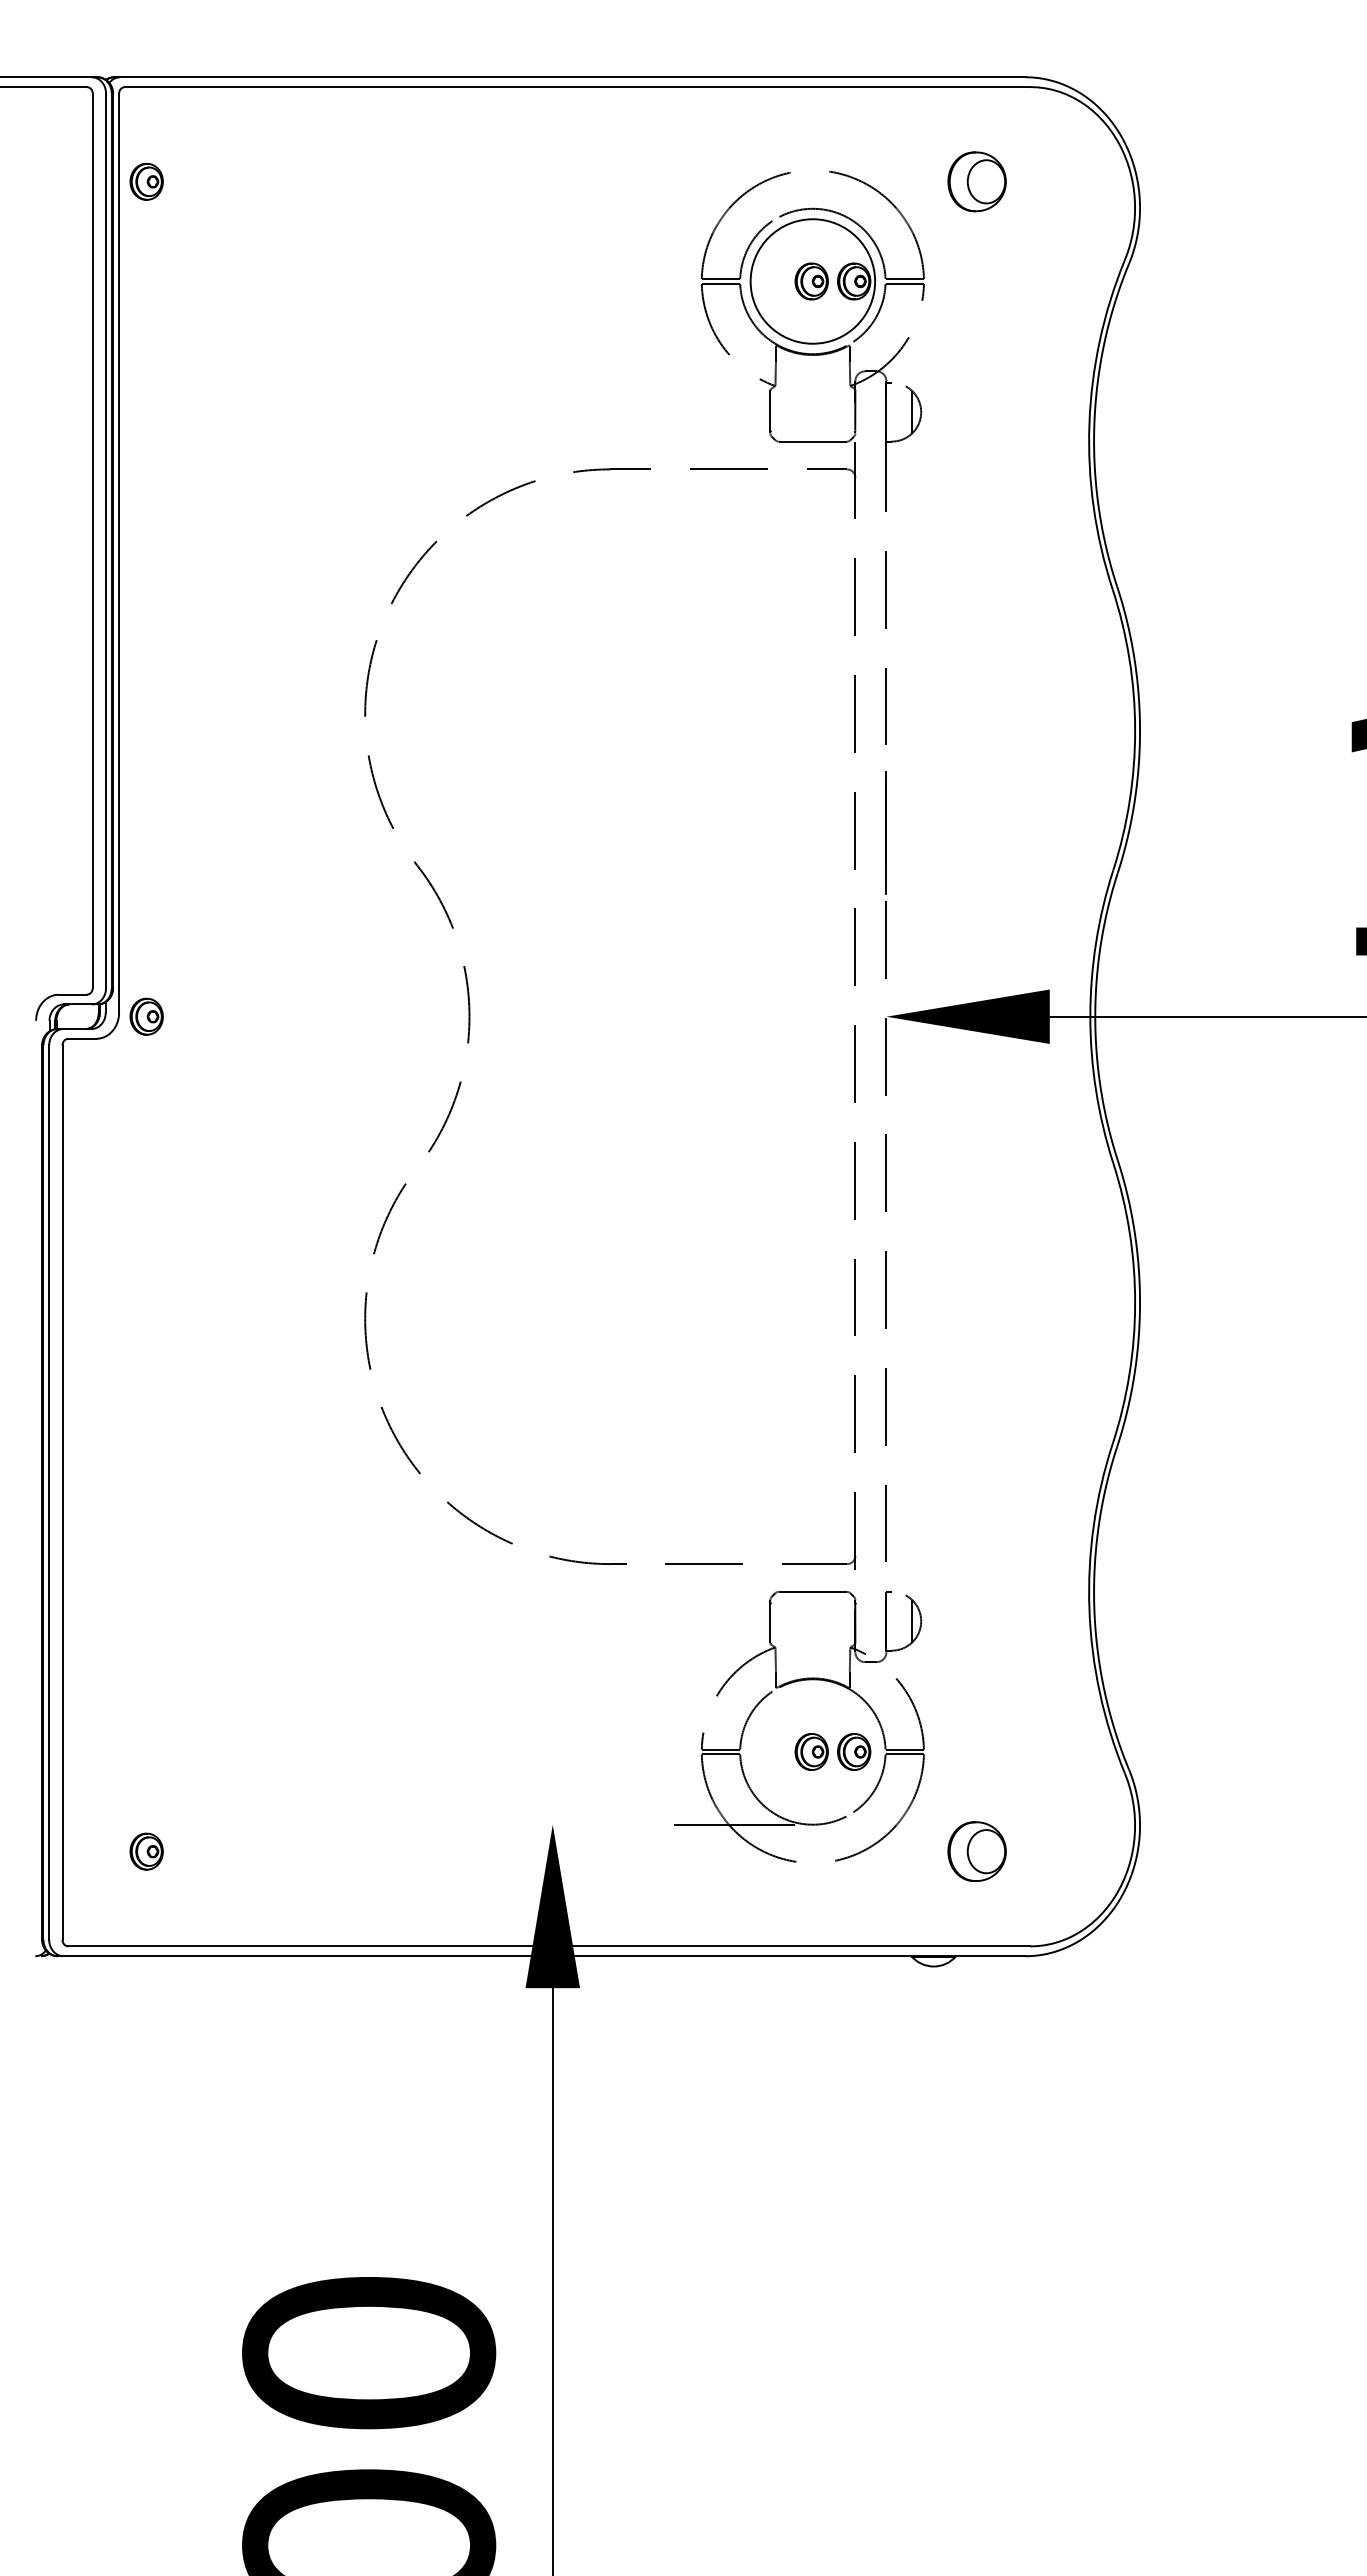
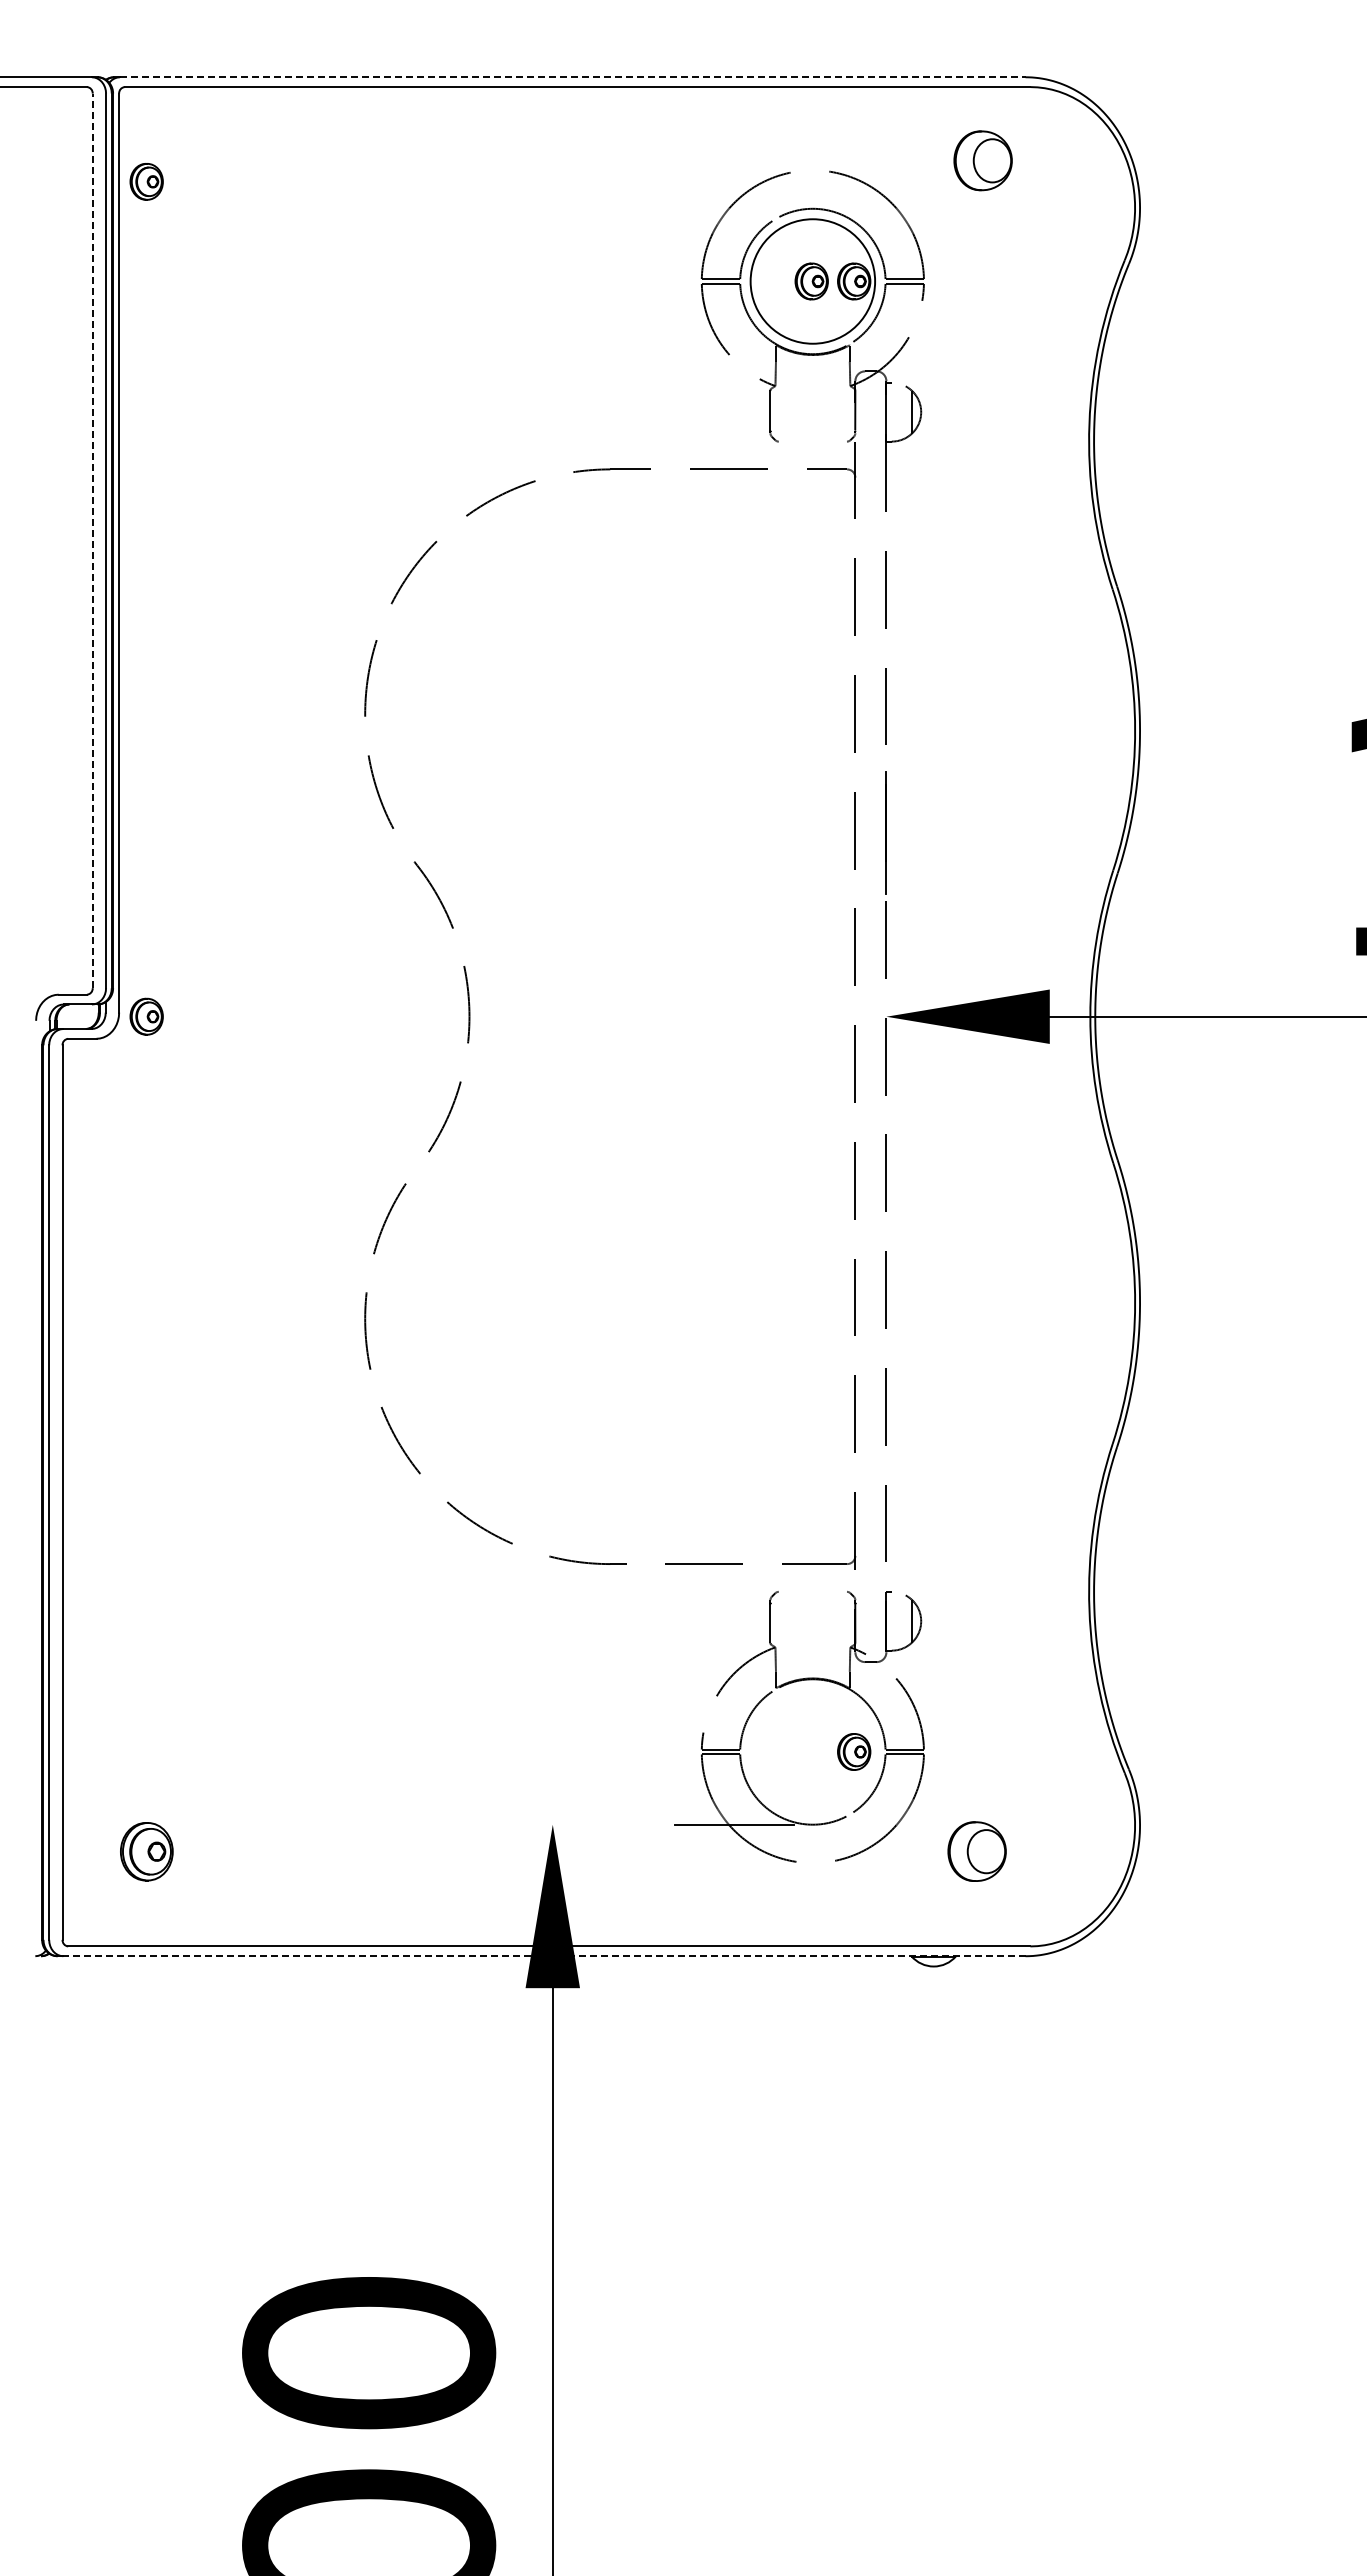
line at (572, 77): solid -> dashed
part at (976, 181) position: (976, 181) -> (982, 160)
line at (812, 441): present -> none
line at (92, 540): solid -> dashed
line at (812, 1591): present -> none
part at (811, 1751): present -> none
part at (146, 1851) size: 35x39 px -> 54x60 px
line at (543, 1956): solid -> dashed
